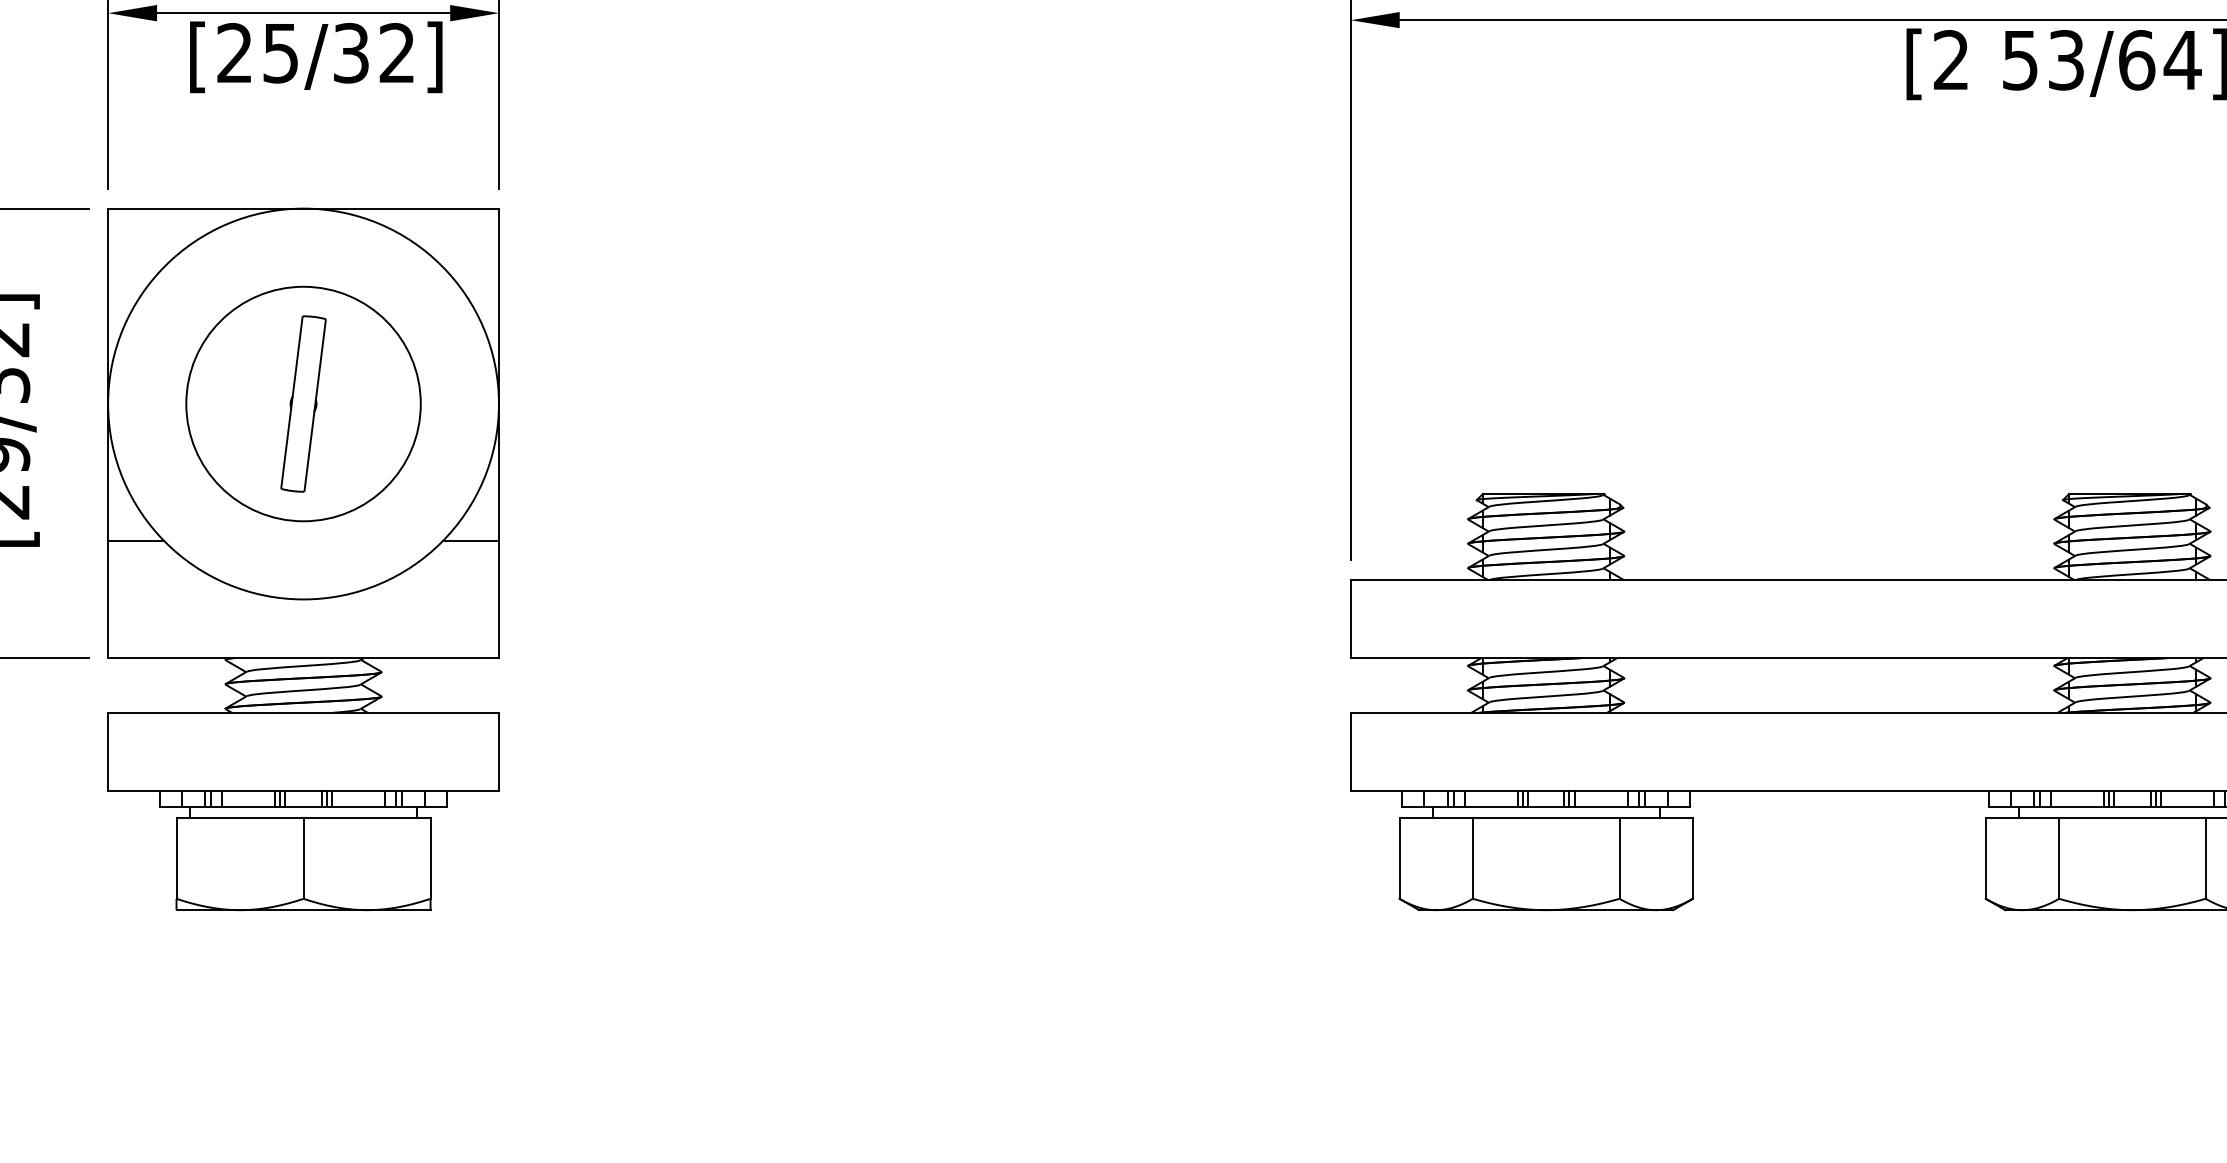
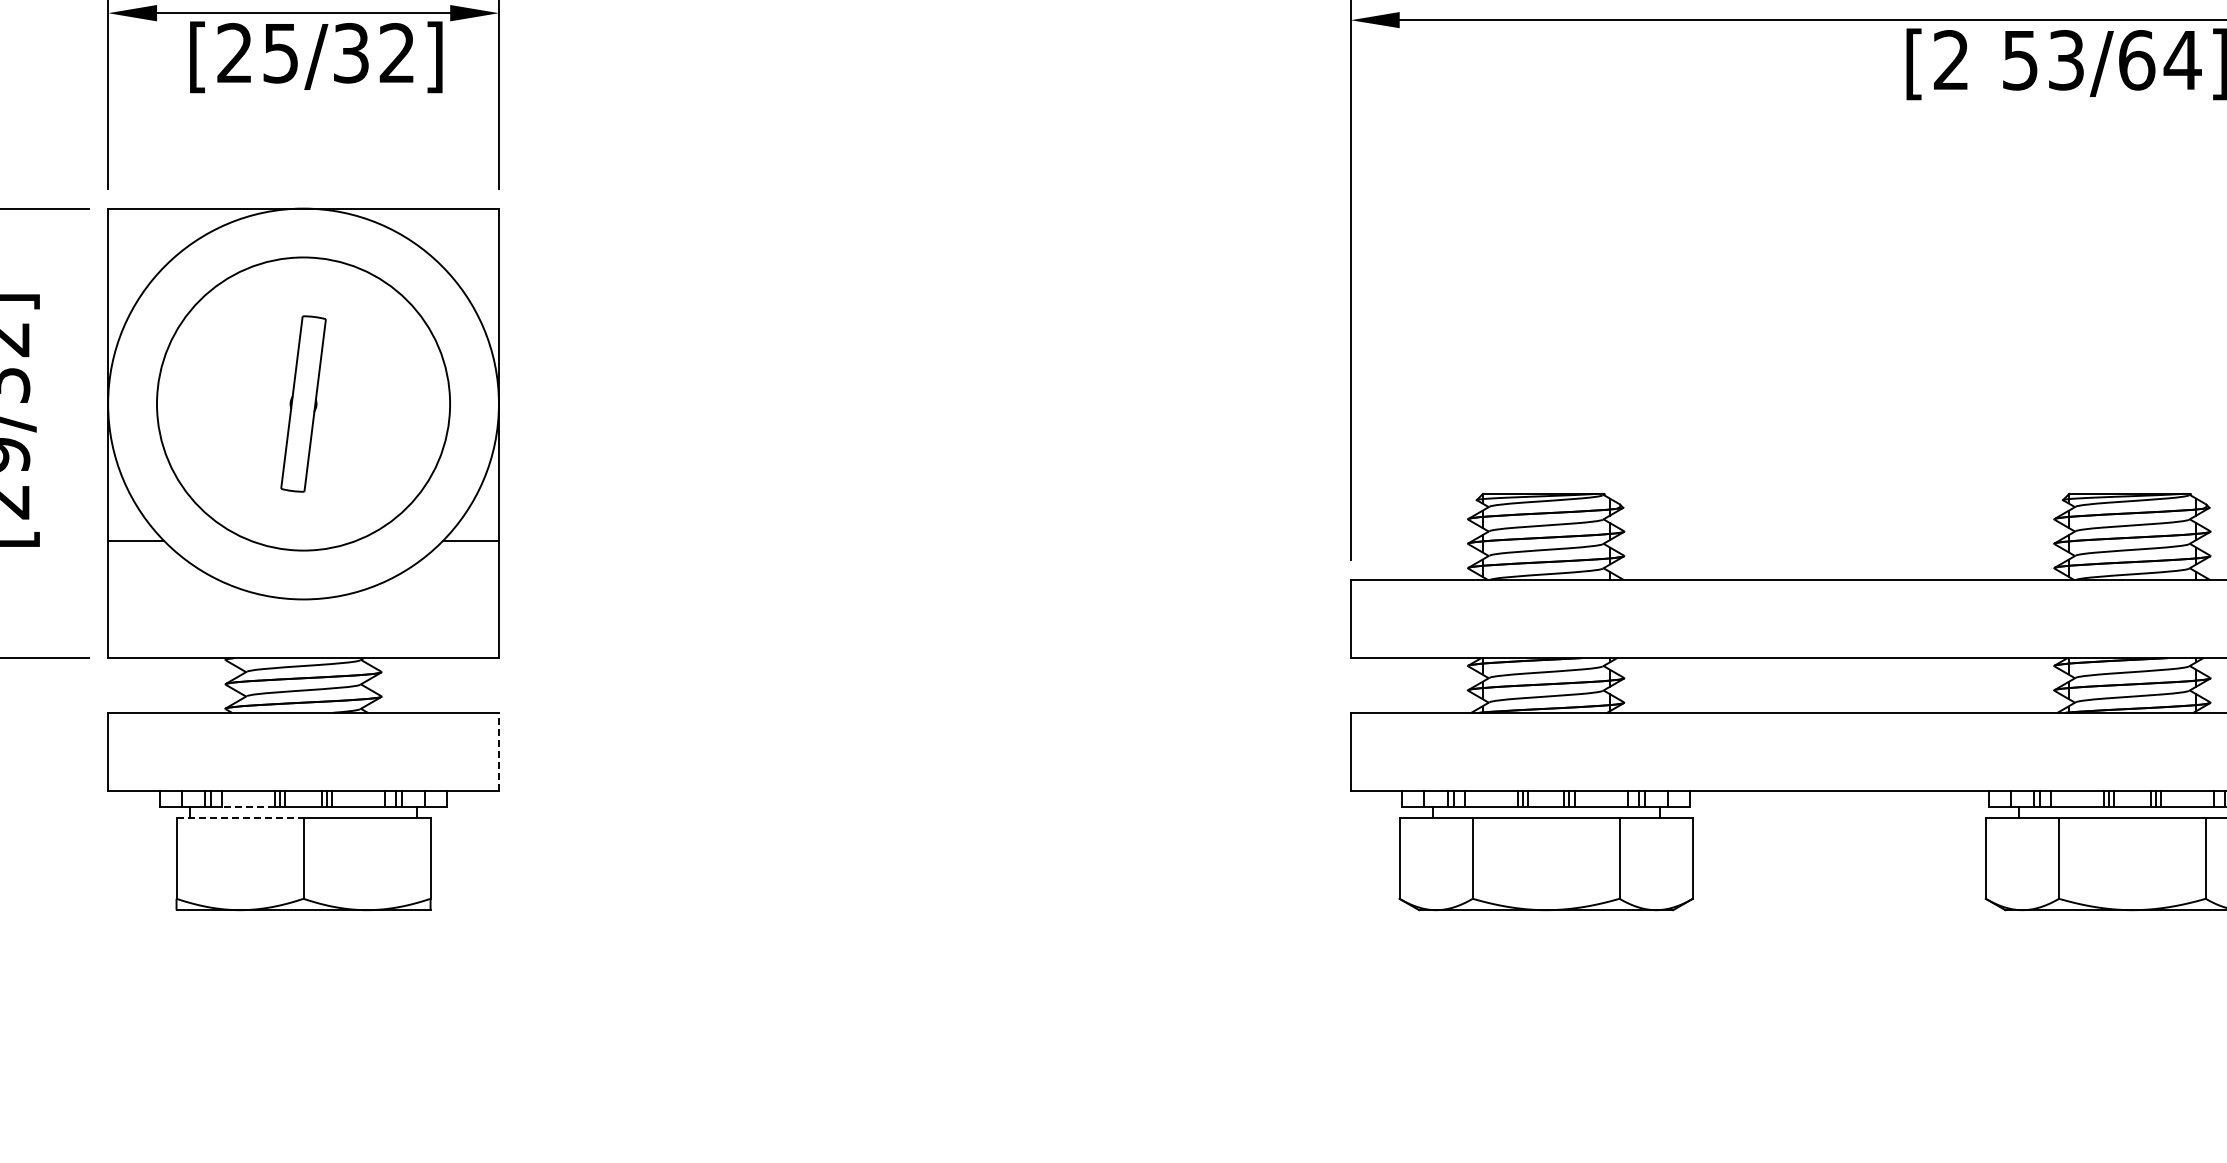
circle at (303, 403) diameter: 234 px -> 293 px
line at (498, 751): solid -> dashed
line at (248, 806): solid -> dashed
line at (240, 818): solid -> dashed
